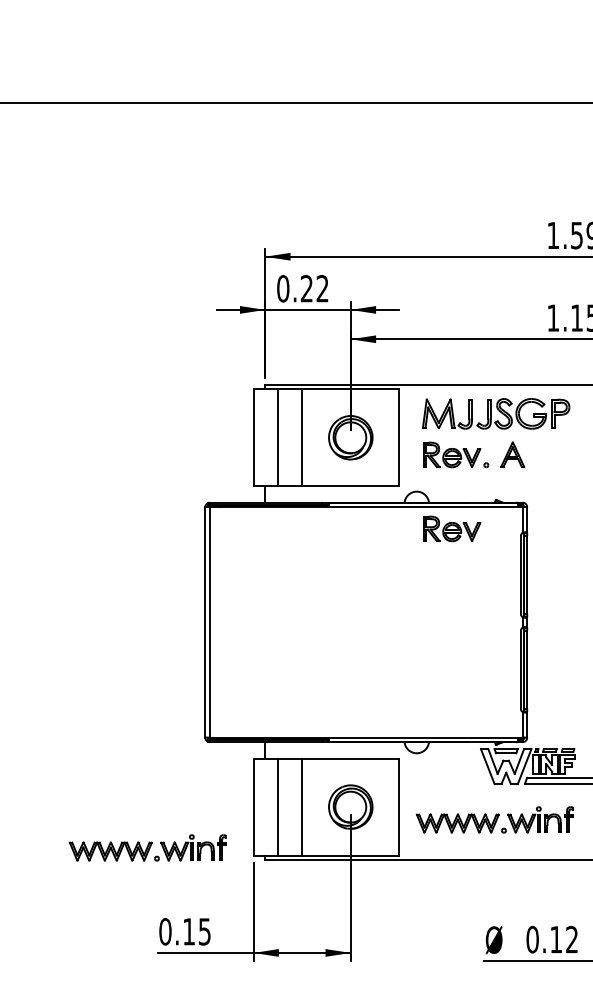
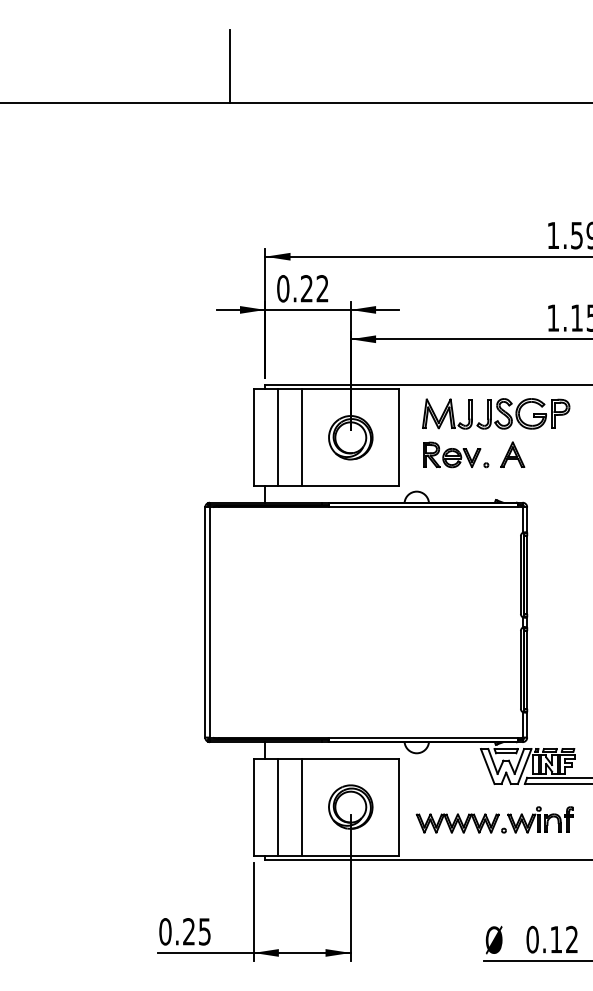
line at (230, 65): none -> present
part at (452, 528): present -> none
part at (147, 847): present -> none
text at (188, 931): 0.15 -> 0.25
